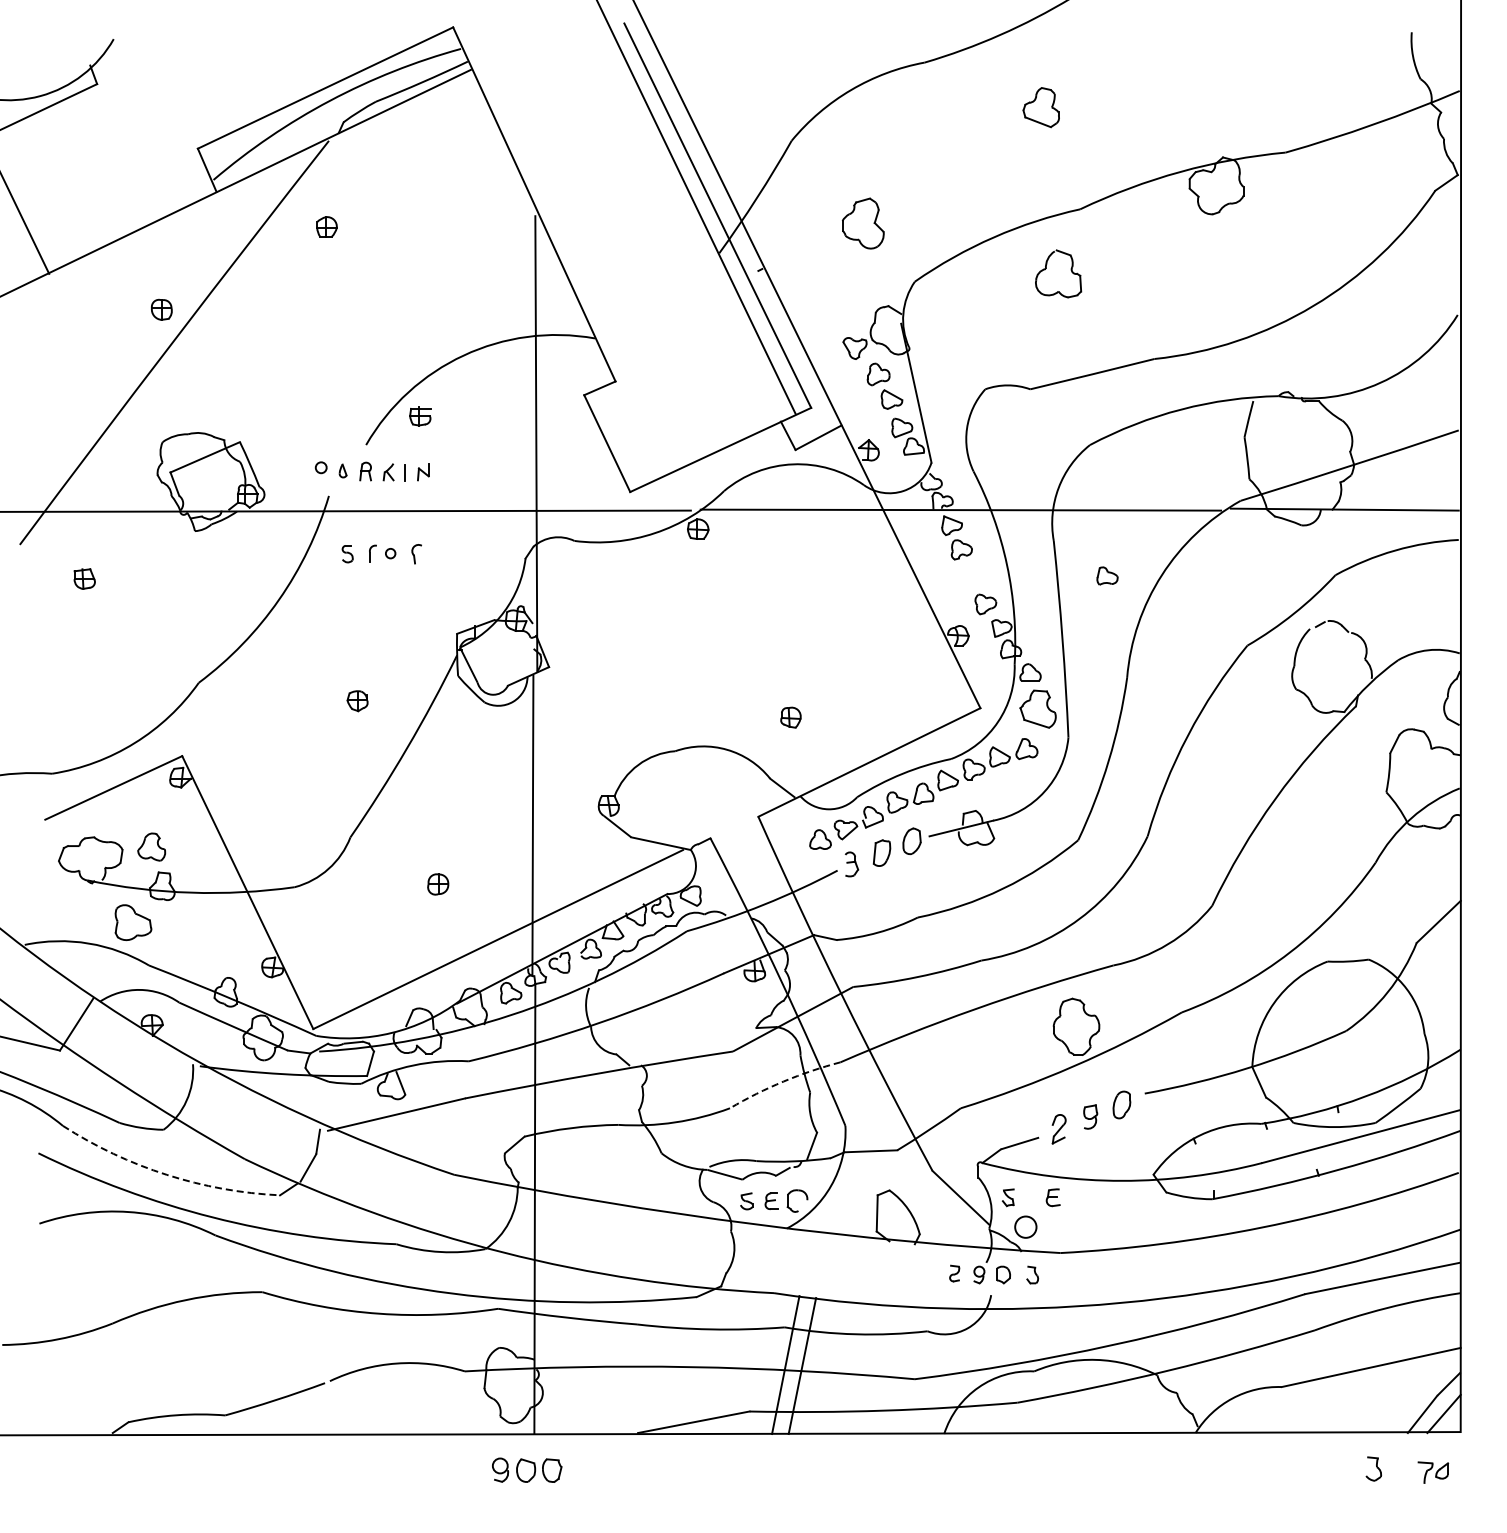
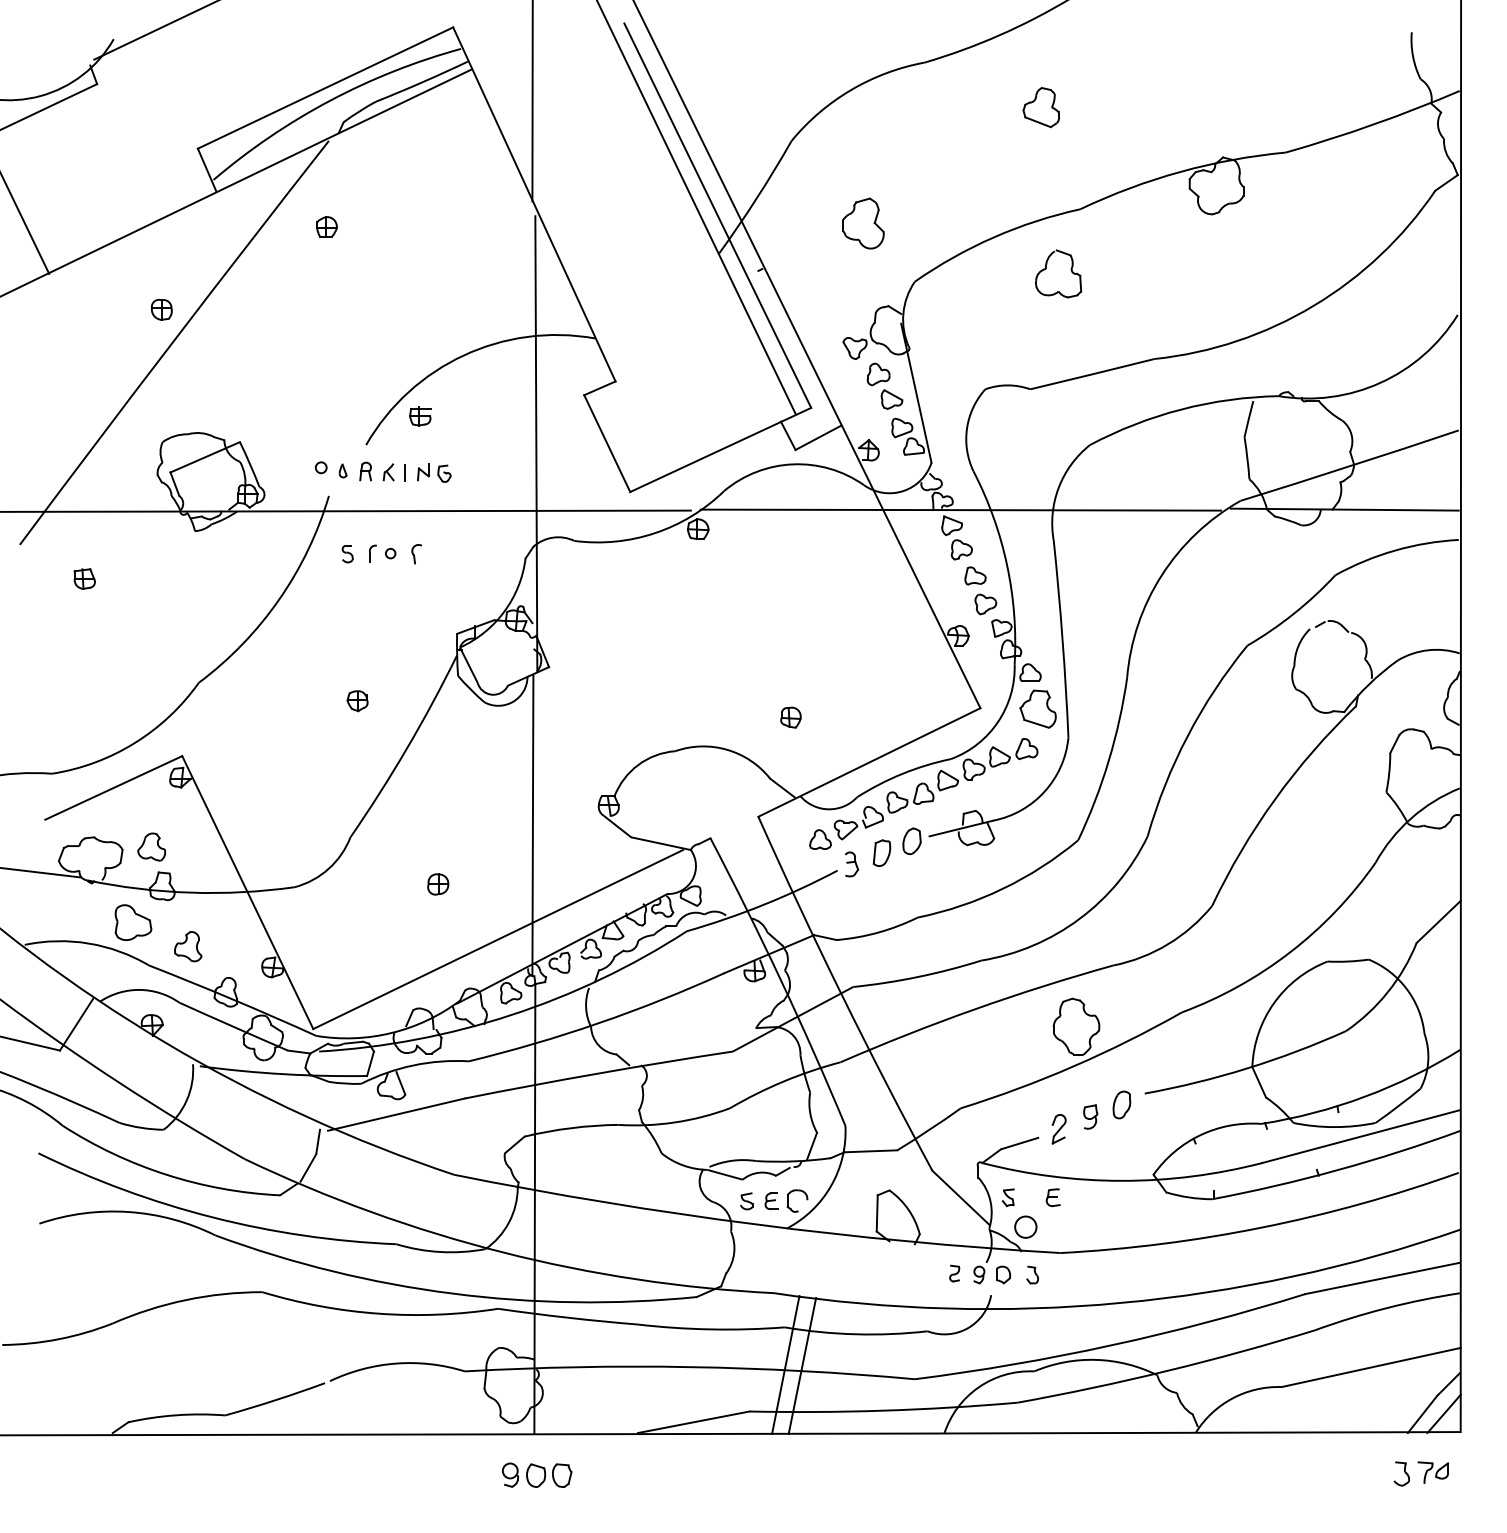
line at (154, 30): none -> present
line at (532, 101): none -> present
part at (444, 473): none -> present
part at (1107, 575) position: (1107, 575) -> (975, 575)
line at (41, 872): none -> present
part at (188, 946): none -> present
arc at (783, 1081): dashed -> solid
arc at (166, 1174): dashed -> solid
part at (1373, 1468) position: (1373, 1468) -> (1401, 1473)
part at (527, 1469) position: (527, 1469) -> (537, 1474)
